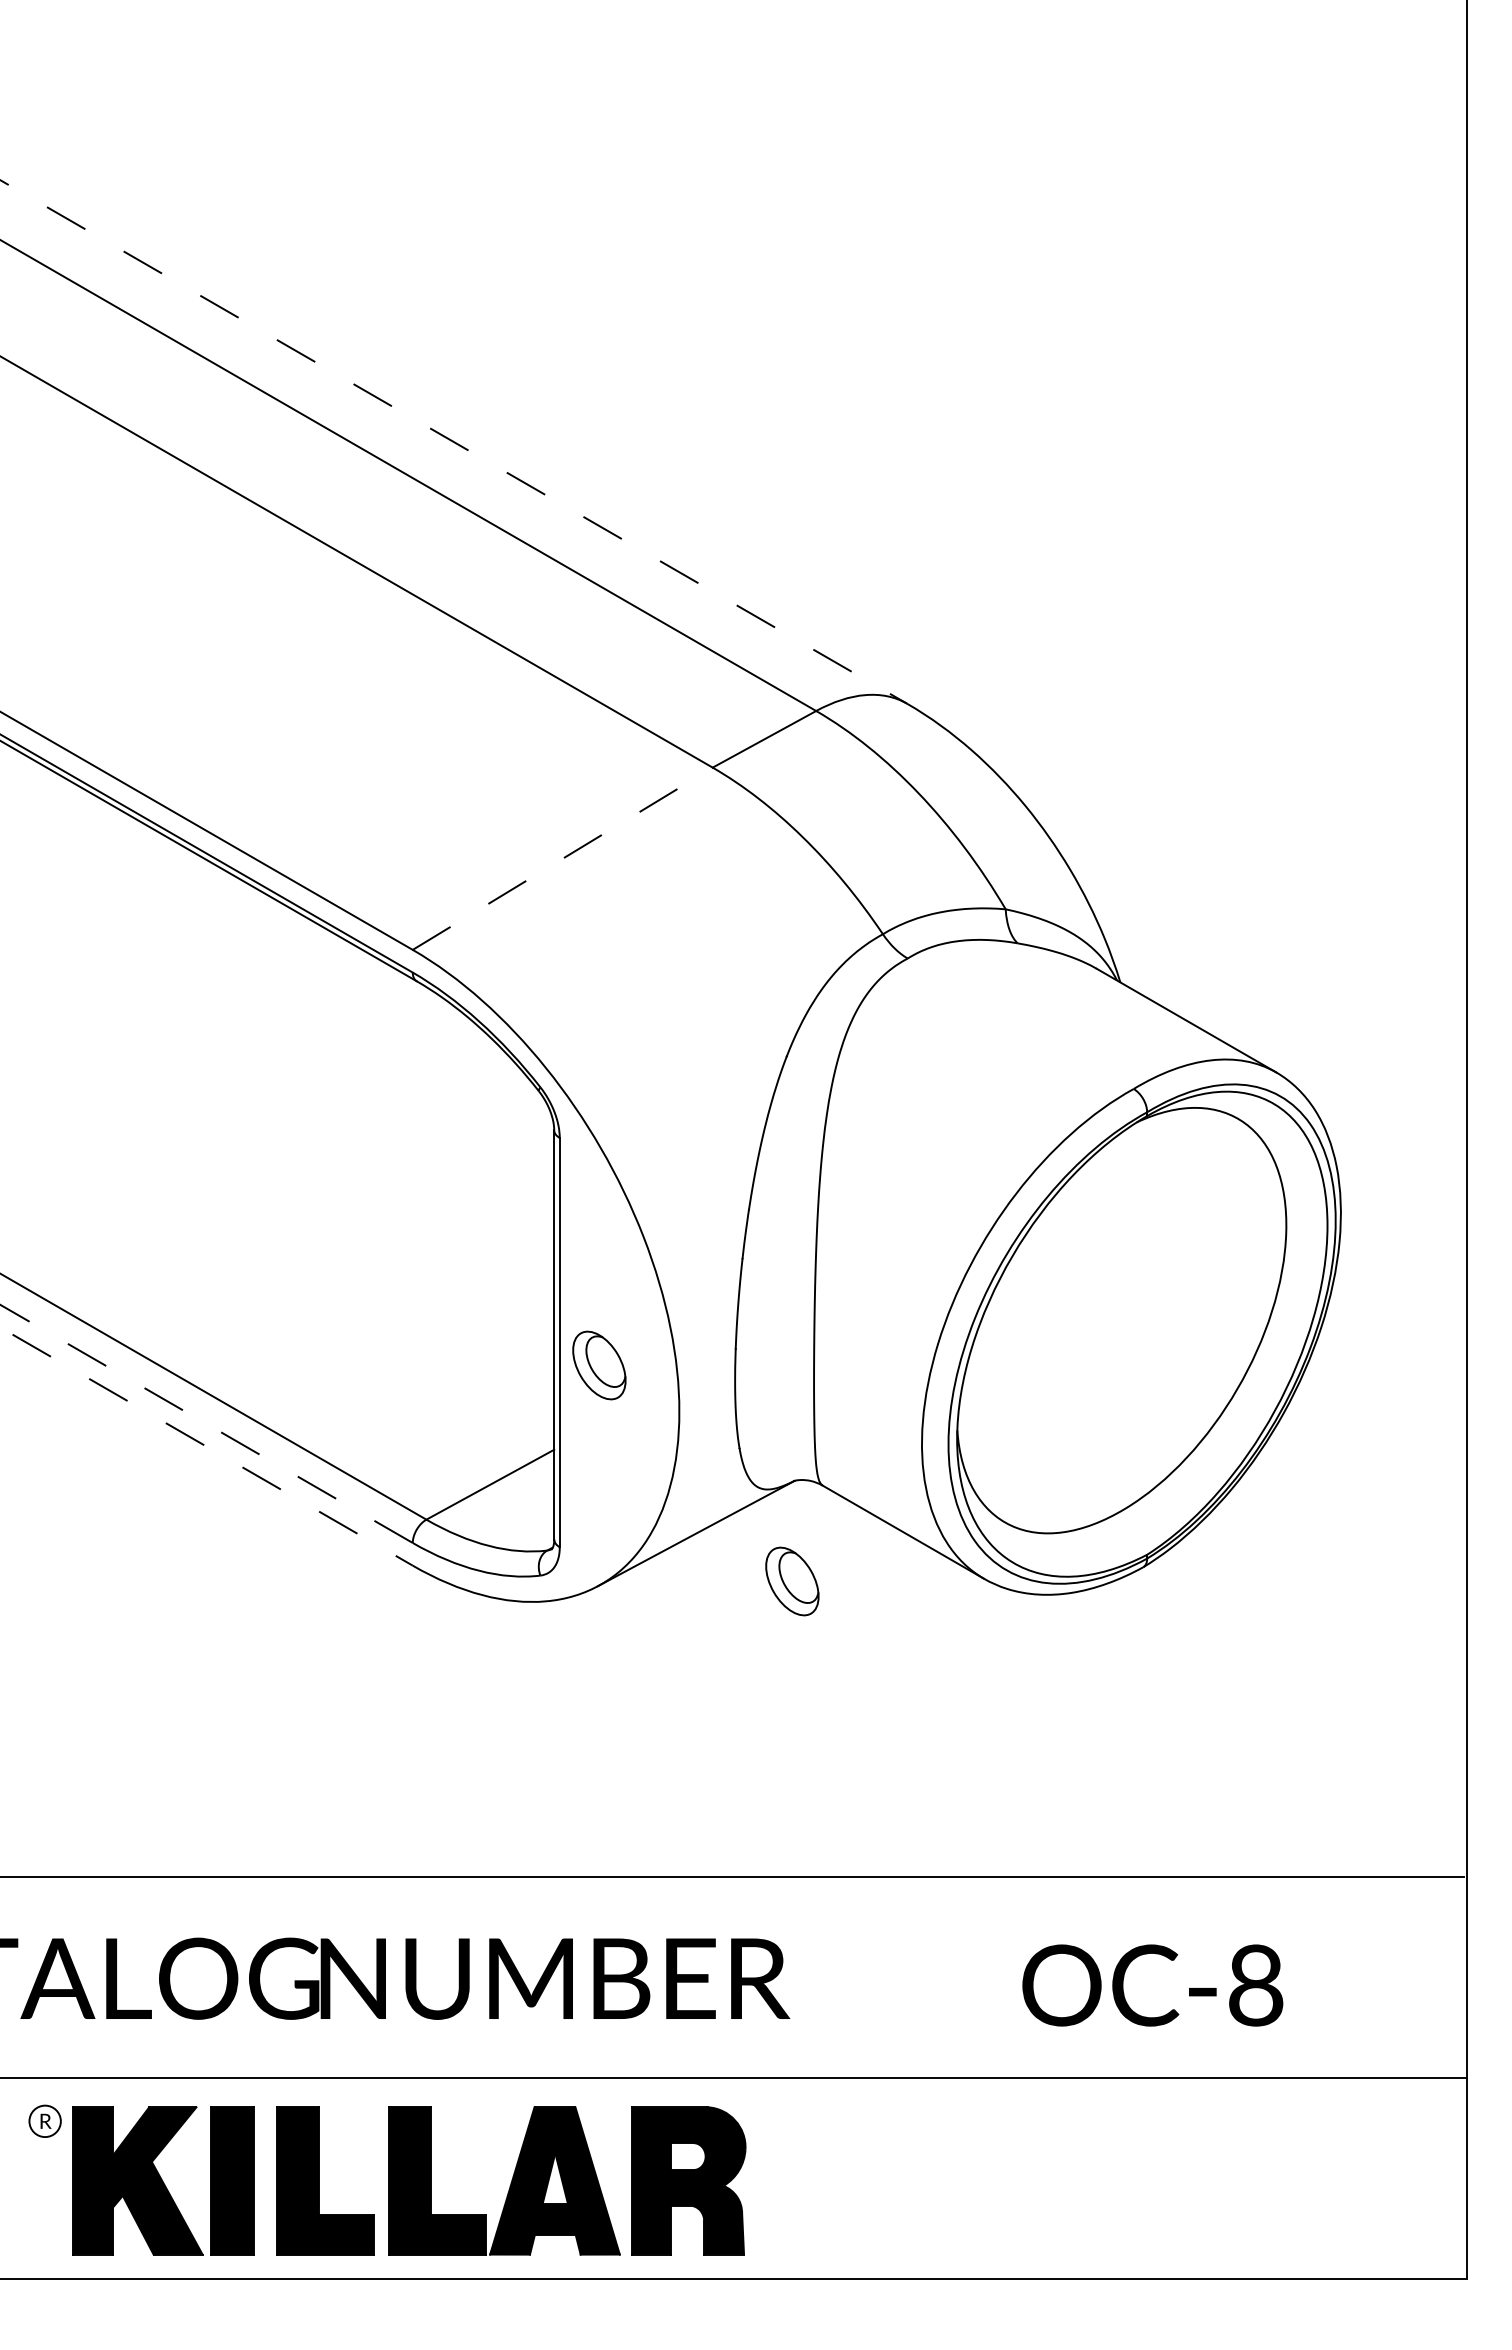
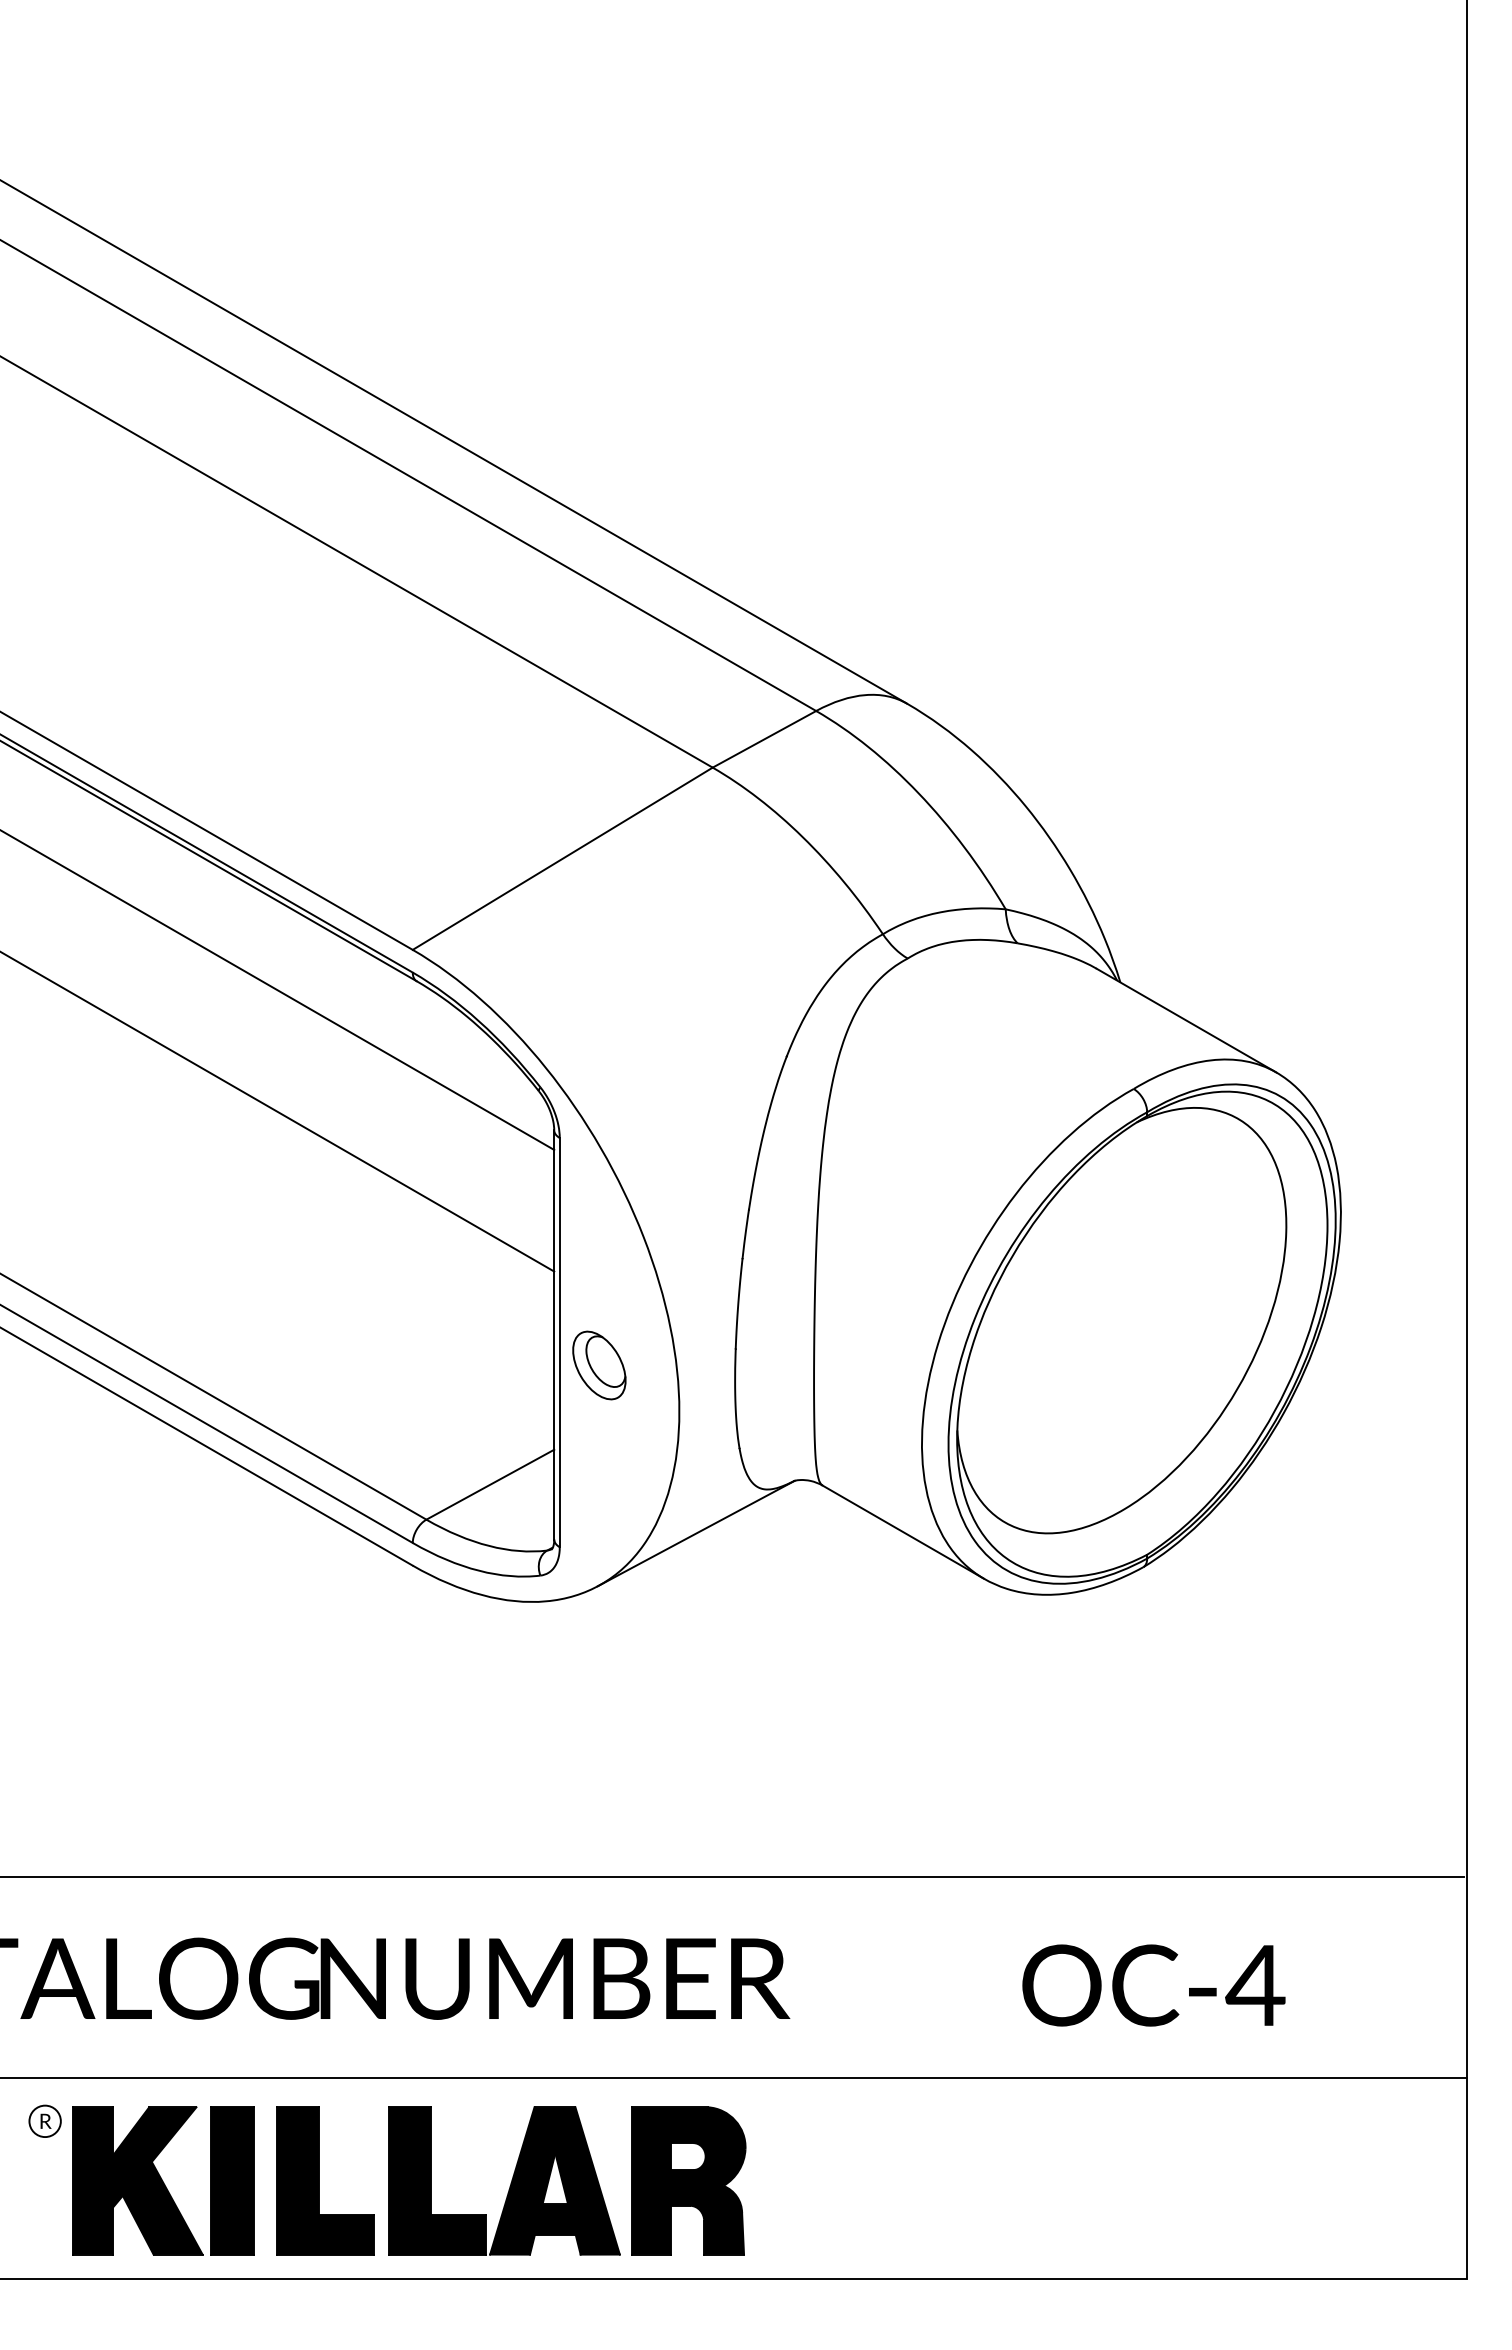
line at (454, 442): dashed -> solid
line at (563, 858): dashed -> solid
line at (278, 990): none -> present
line at (278, 1111): none -> present
line at (206, 1423): dashed -> solid
line at (206, 1446): dashed -> solid
part at (792, 1581): present -> none
text at (1255, 1985): OC-8 -> OC-4
